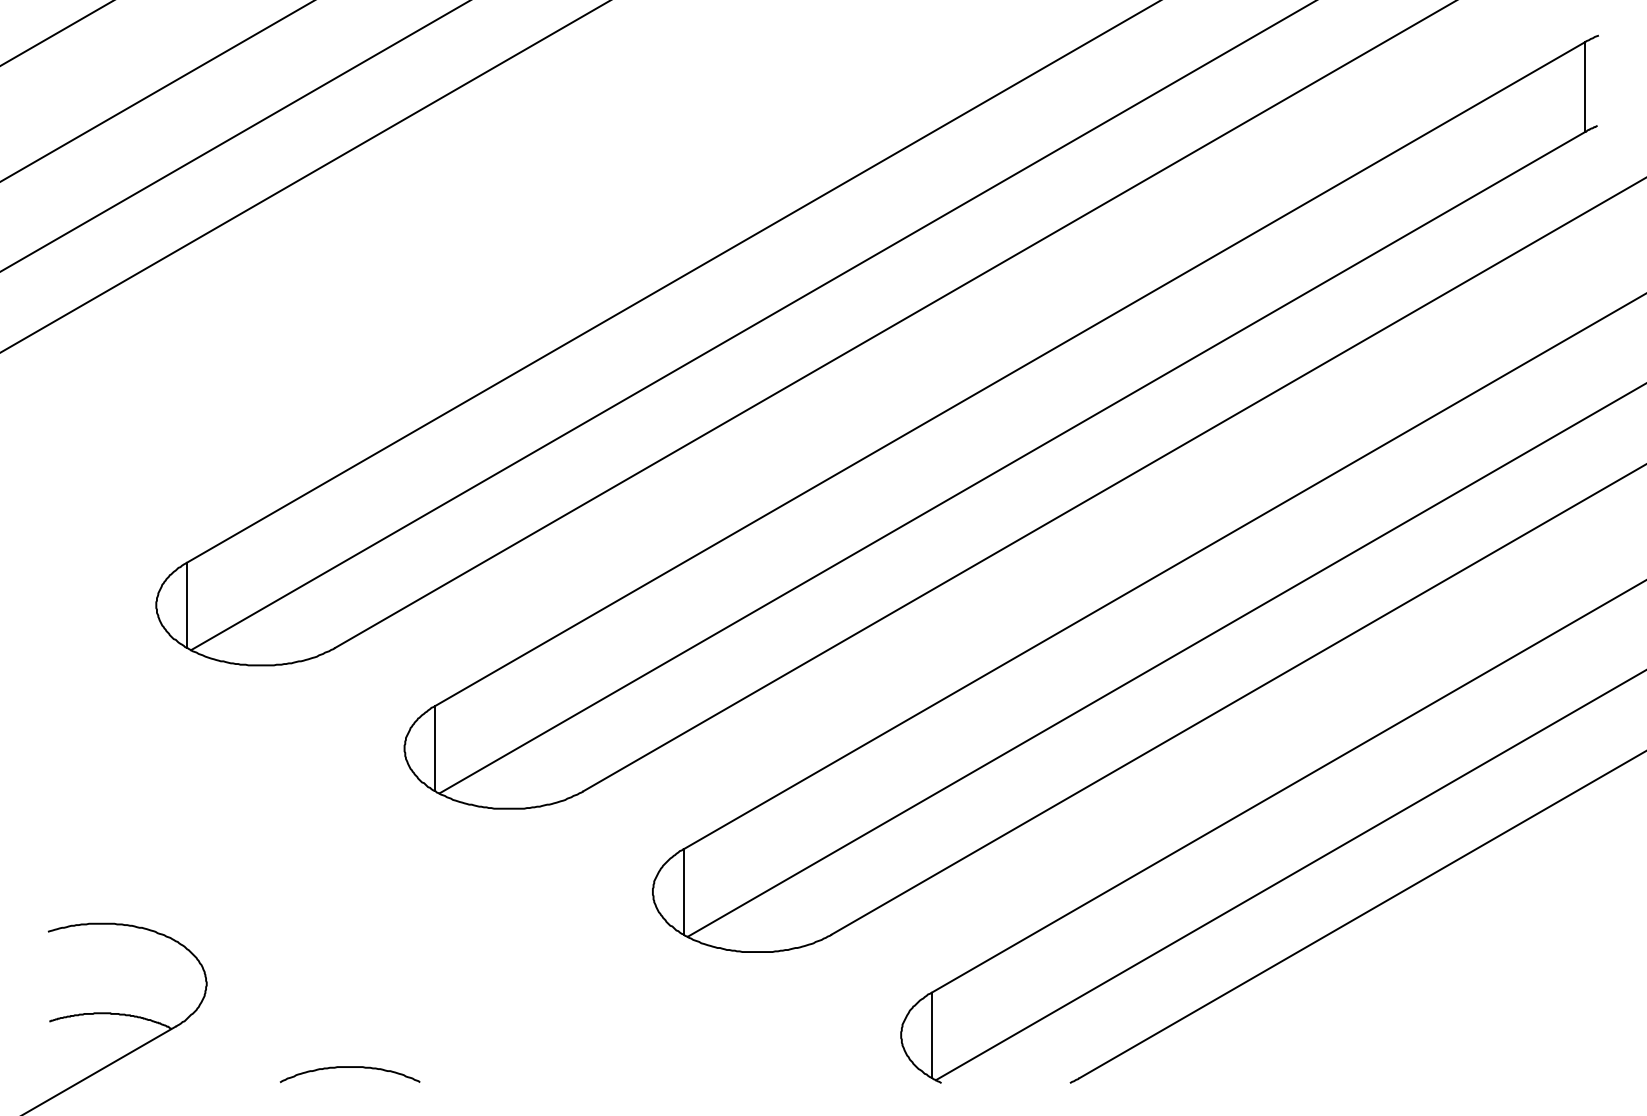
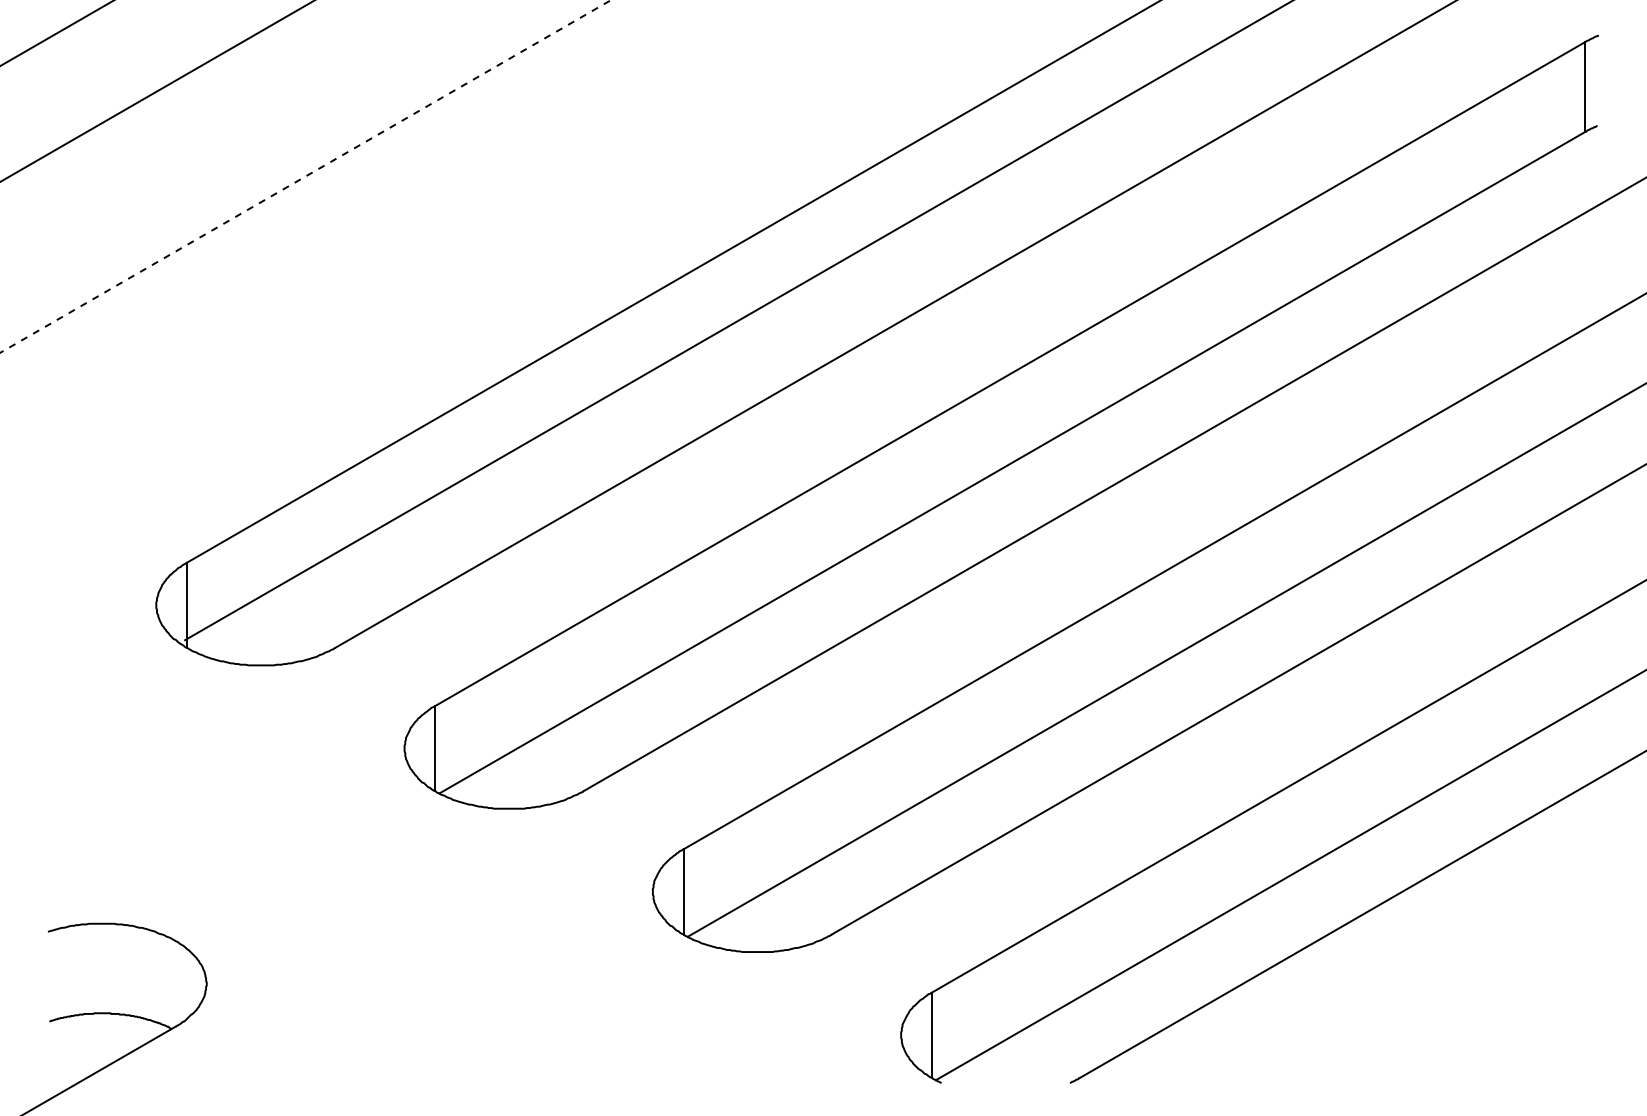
line at (234, 136): present -> none
line at (305, 176): solid -> dashed
line at (752, 326) position: (752, 326) -> (737, 321)
curve at (349, 1067): present -> none
